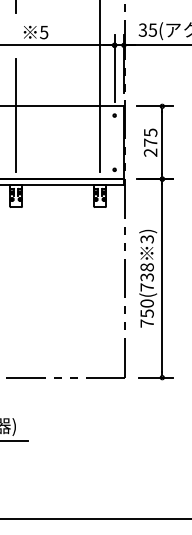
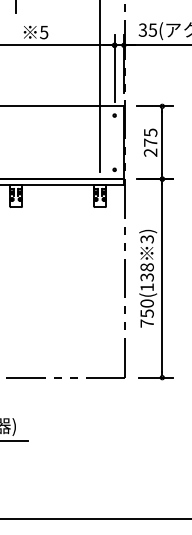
line at (16, 115): present -> none
text at (146, 287): 750(738 -> 750(138
